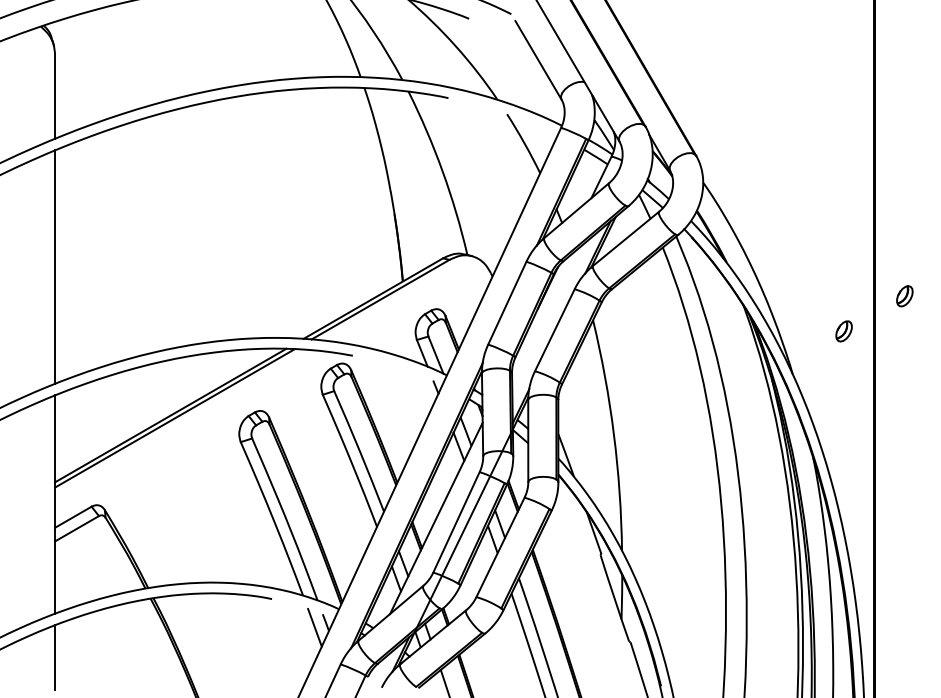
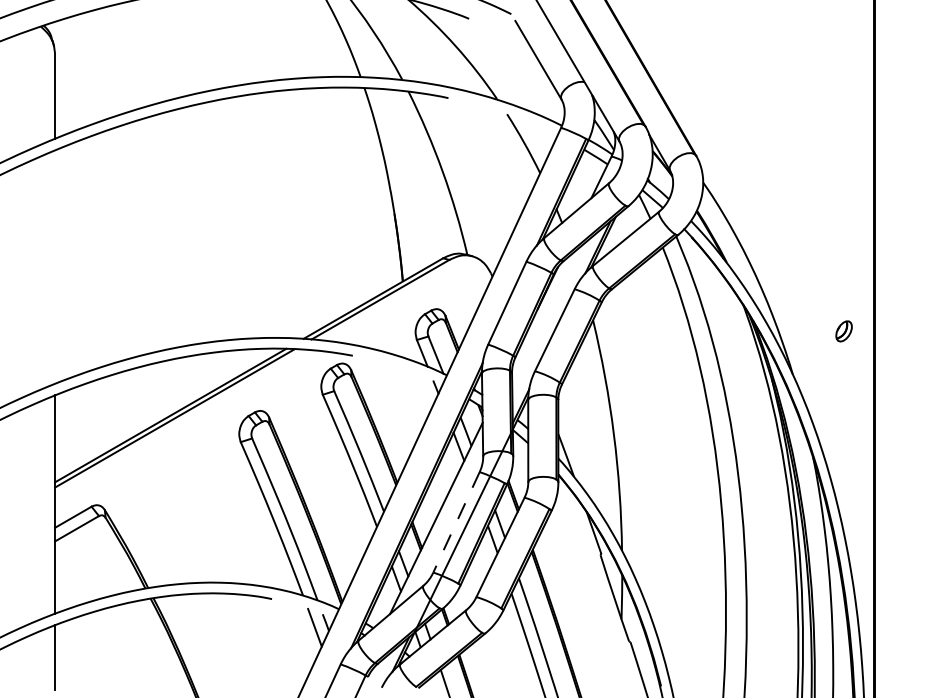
line at (55, 266): present -> none
part at (904, 296): present -> none
line at (456, 522): solid -> dashed
